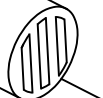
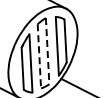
line at (47, 51): solid -> dashed
line at (39, 56): solid -> dashed
